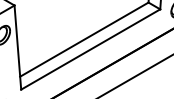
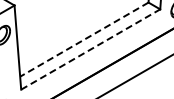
line at (83, 39): solid -> dashed
line at (91, 49): solid -> dashed
